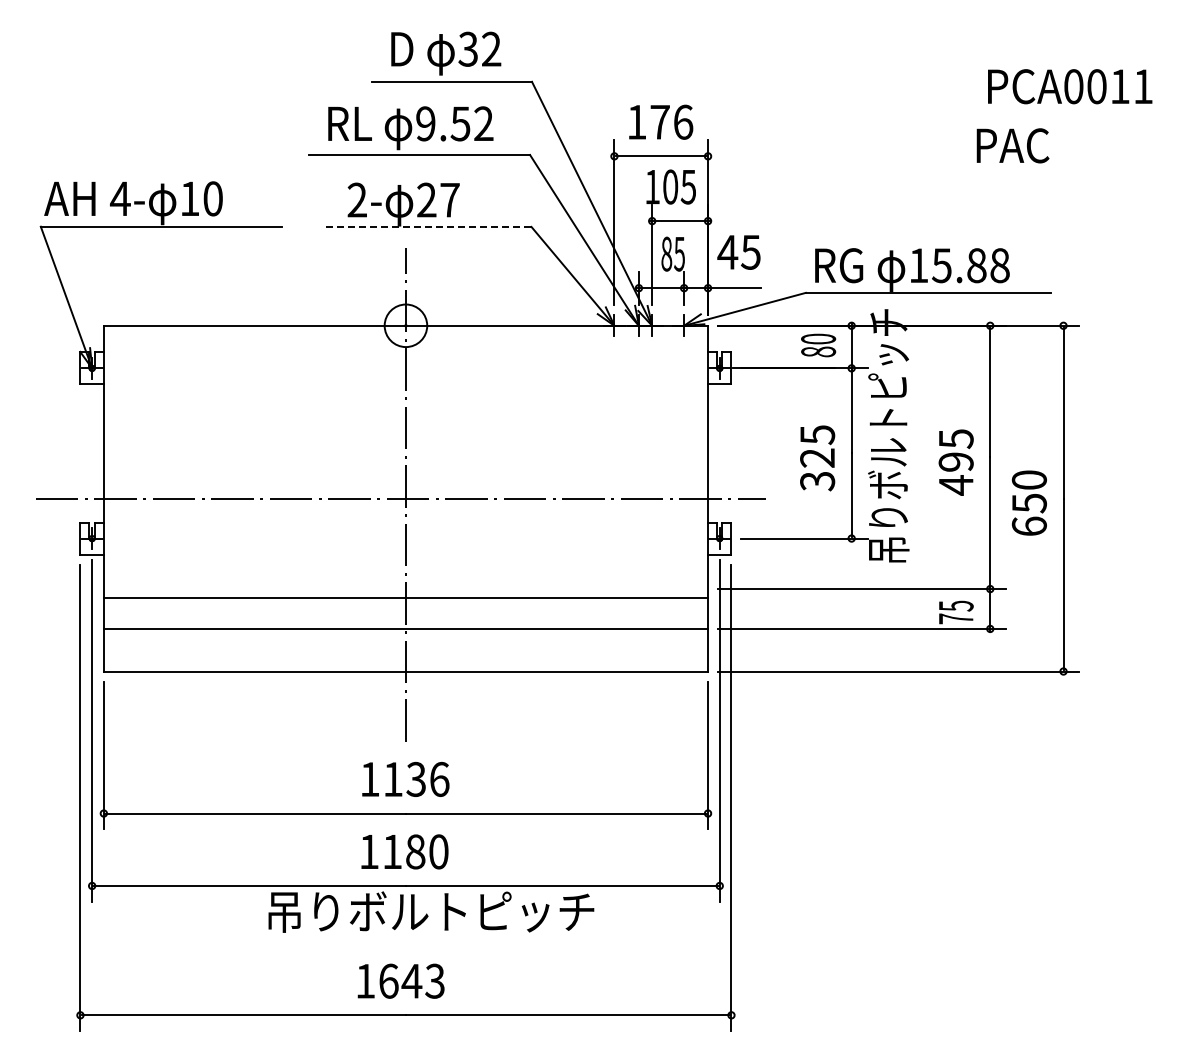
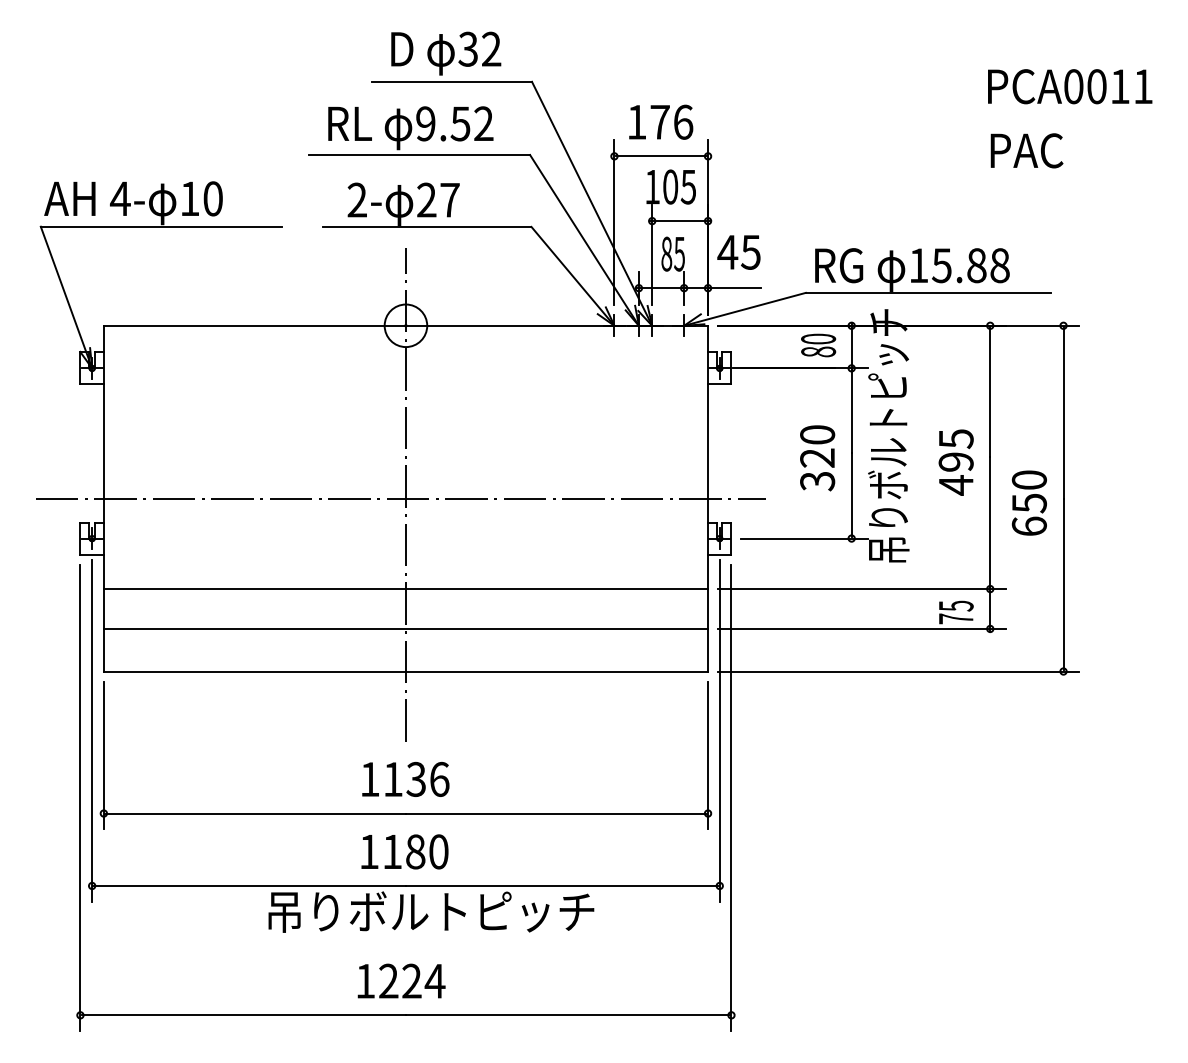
text at (1012, 145) position: (1012, 145) -> (1026, 150)
line at (426, 226): dashed -> solid
text at (817, 435): 325 -> 320
line at (405, 598) position: (405, 598) -> (405, 589)
text at (412, 980): 1643 -> 1224
